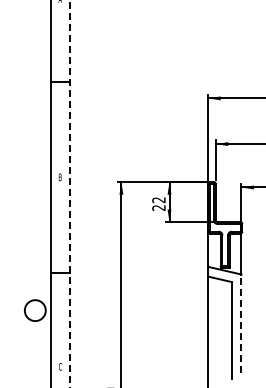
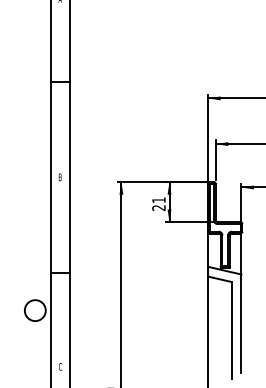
line at (69, 194): dashed -> solid
text at (158, 200): 22 -> 21
line at (241, 323): dashed -> solid
